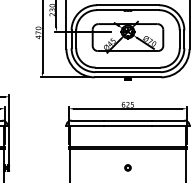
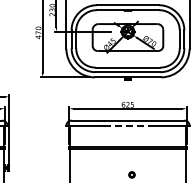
line at (127, 126): solid -> dashed
part at (127, 167) position: (127, 167) -> (131, 174)
